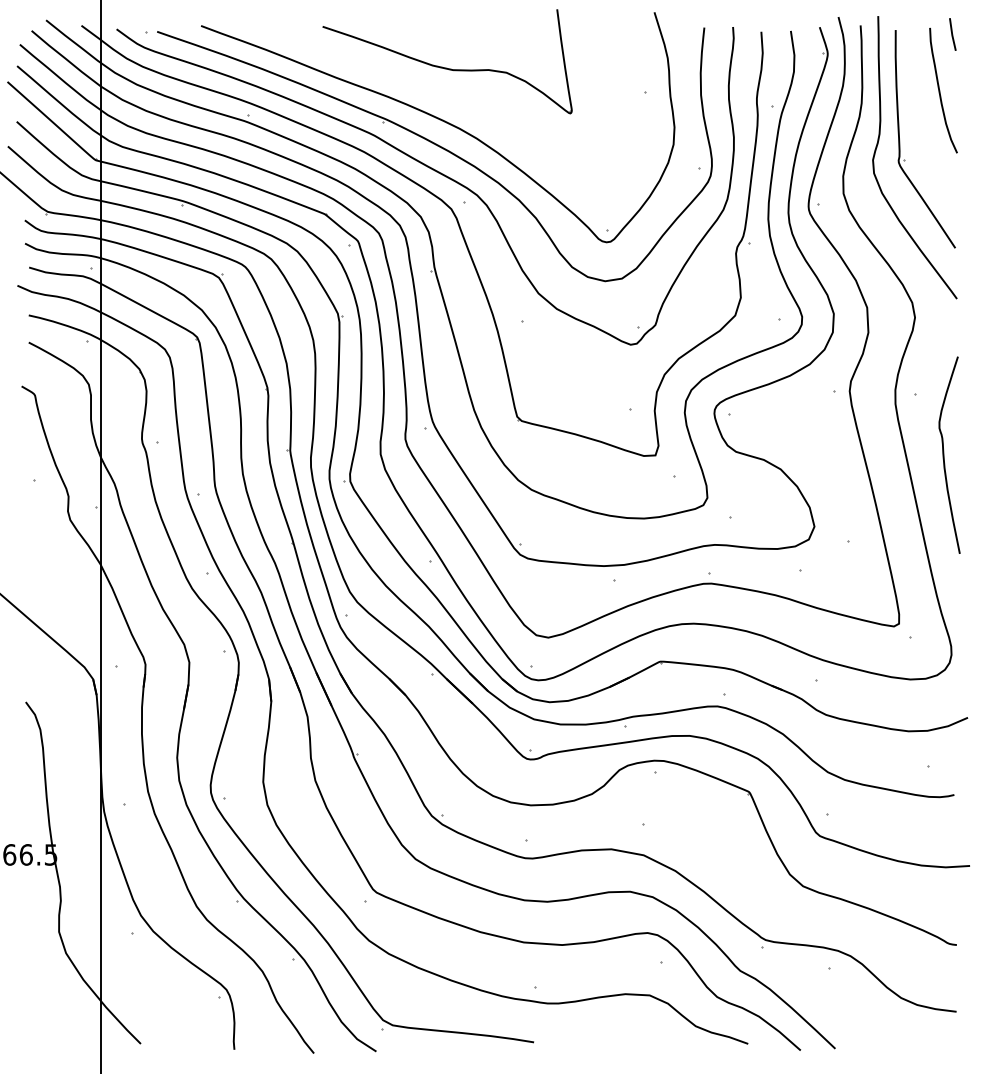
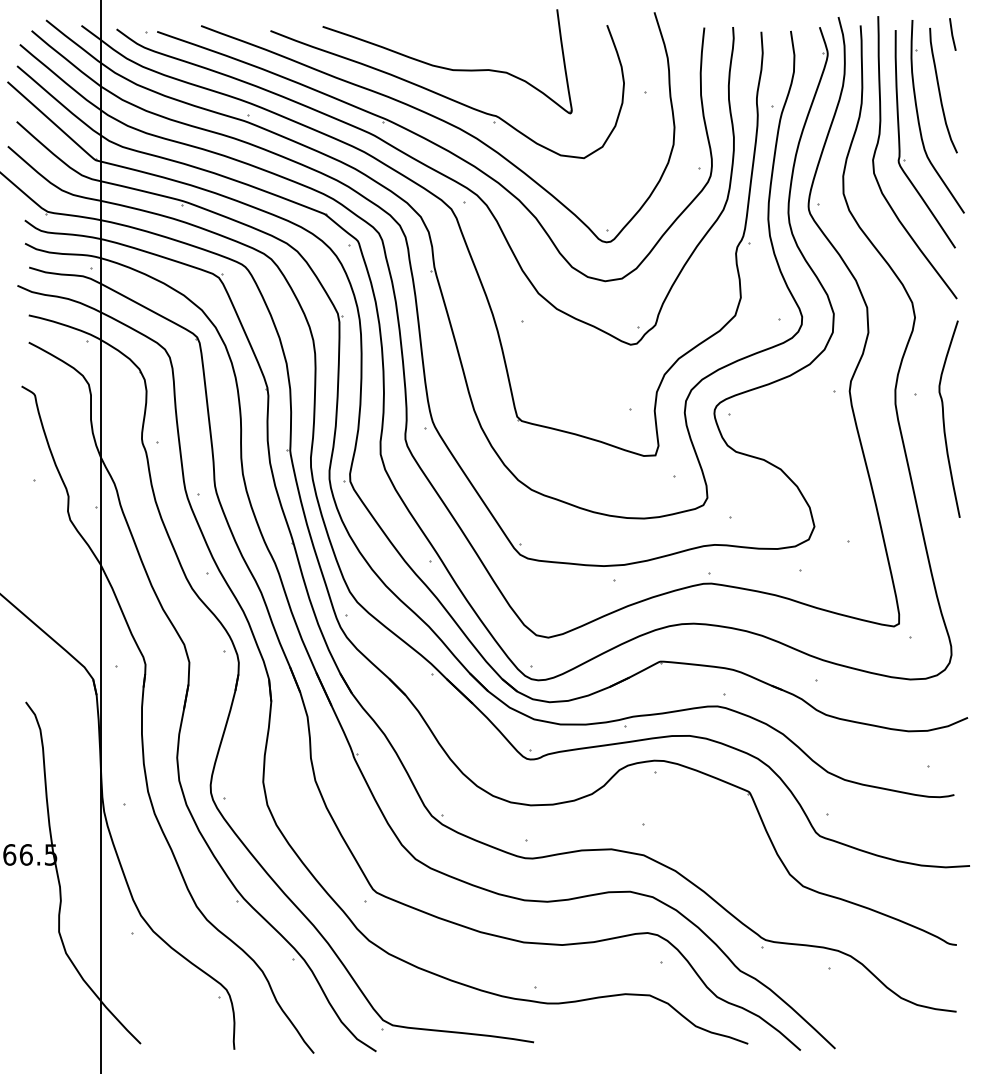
part at (447, 92): none -> present
part at (919, 119): none -> present
curve at (944, 454) position: (944, 454) -> (944, 418)
